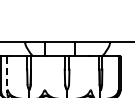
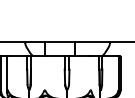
line at (7, 74): dashed -> solid
